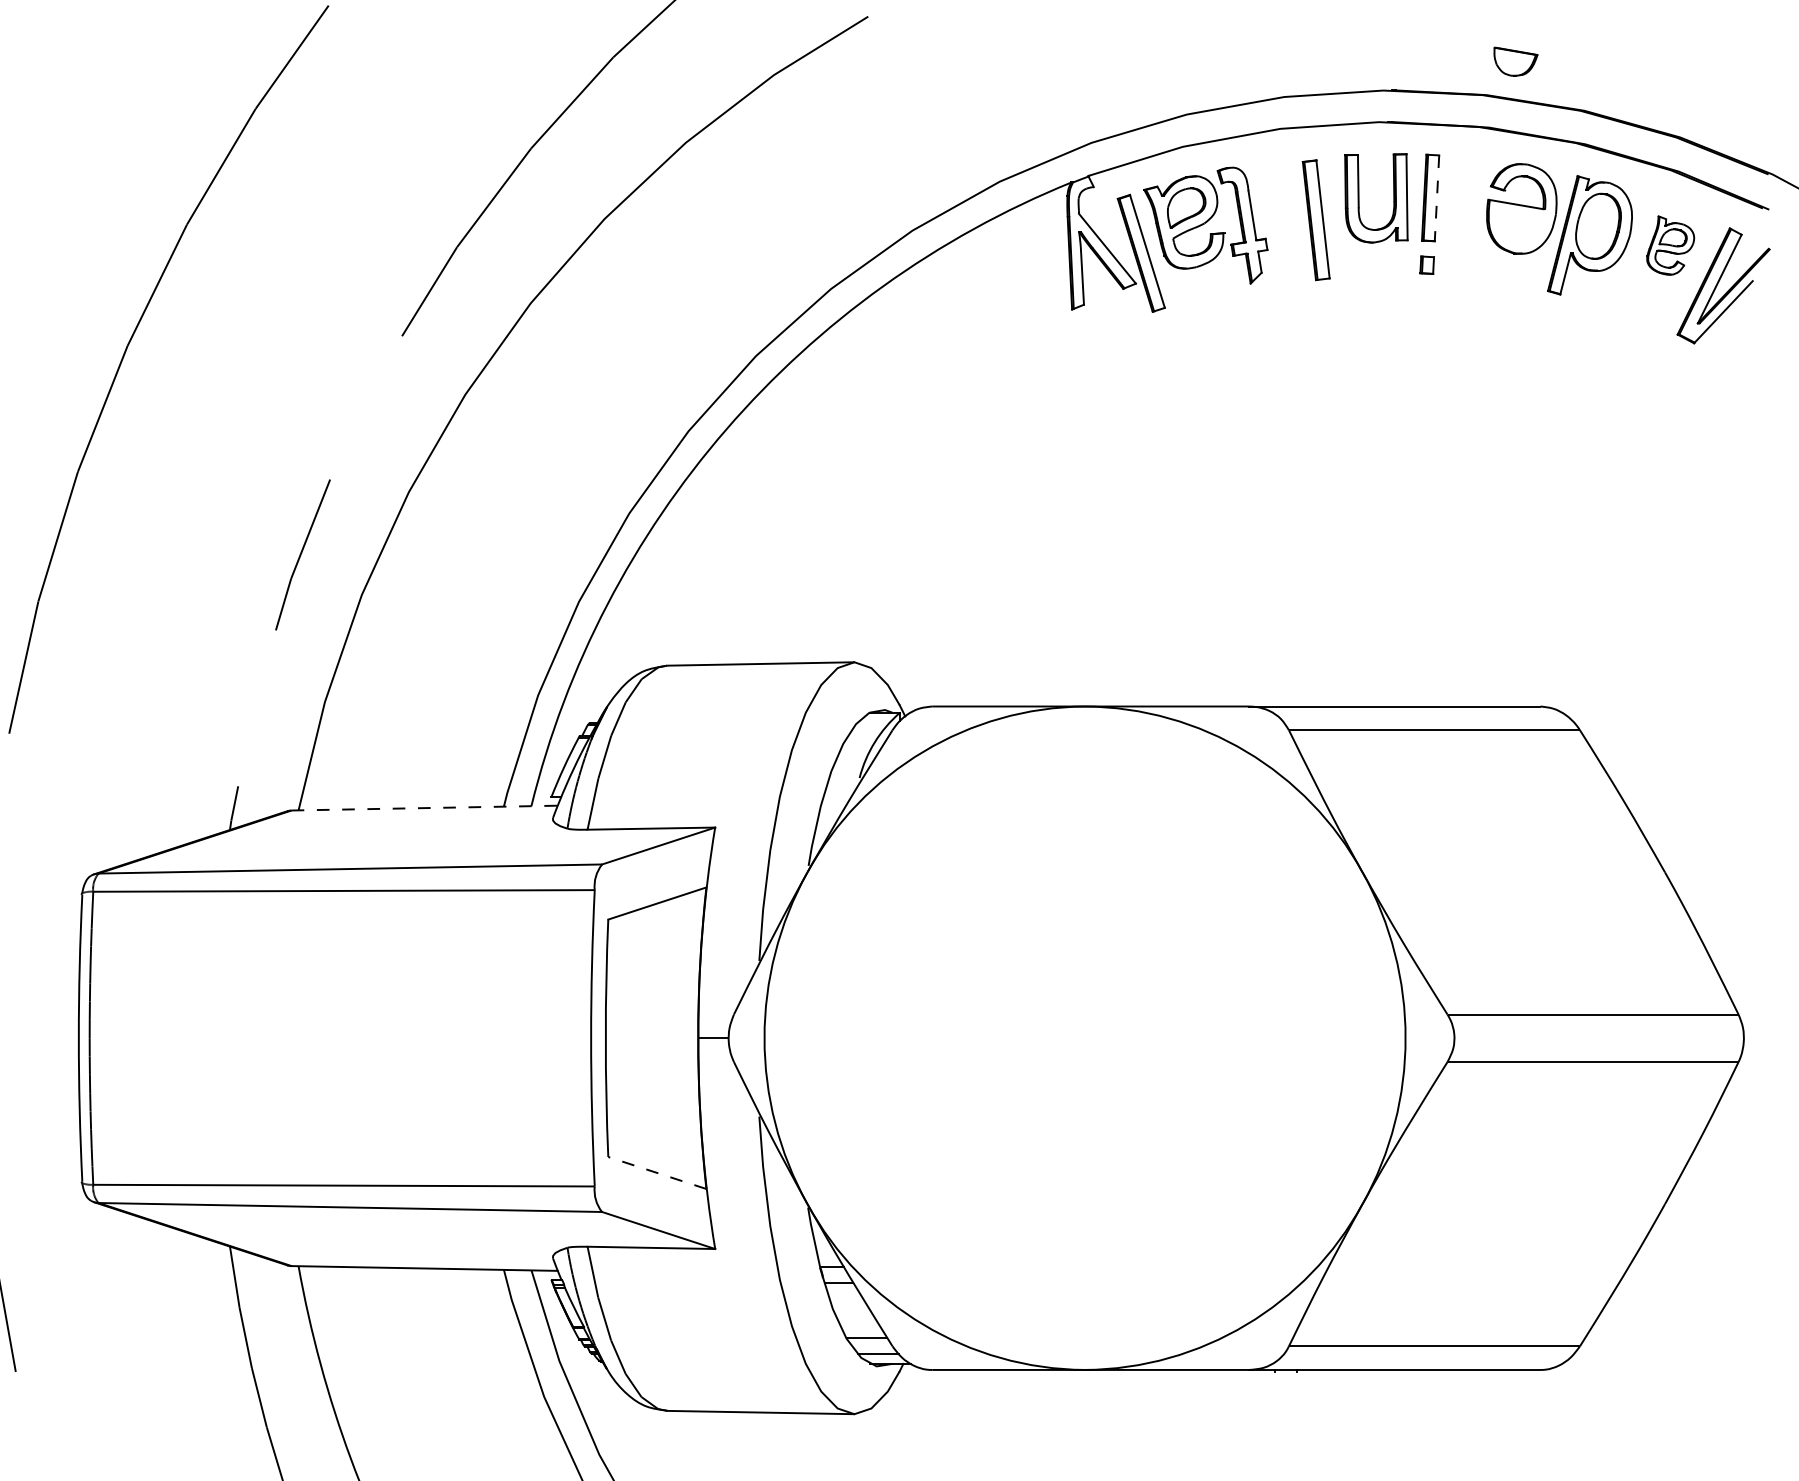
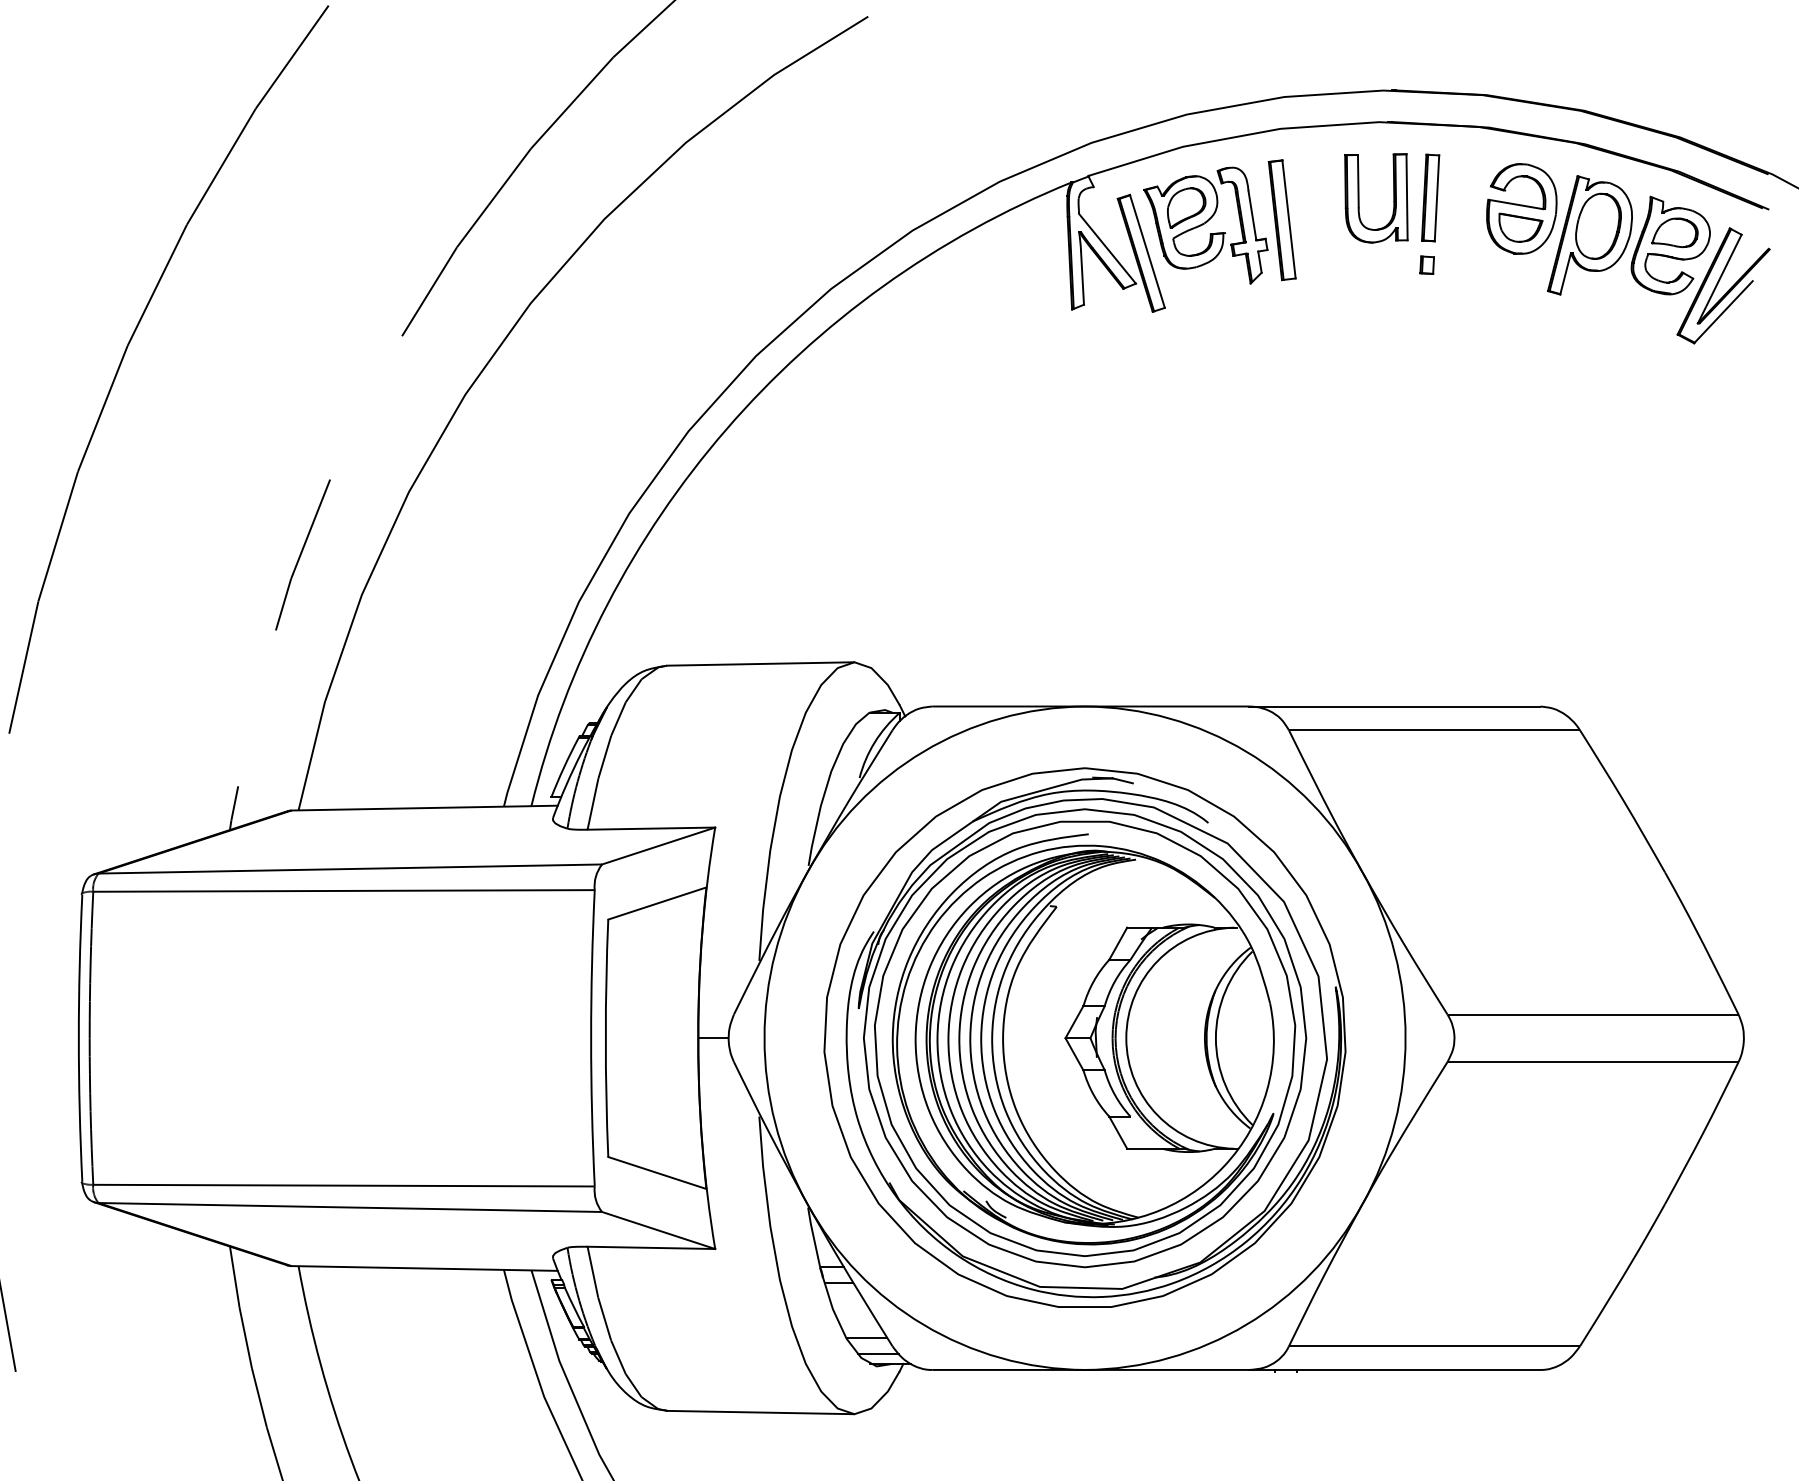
part at (1515, 61) position: (1515, 61) -> (1520, 227)
line at (1436, 198): dashed -> solid
part at (1315, 220) position: (1315, 220) -> (1281, 220)
part at (1670, 245) size: 50x61 px -> 81x101 px
line at (425, 808): dashed -> solid
part at (1084, 1037): none -> present
line at (657, 1173): dashed -> solid
